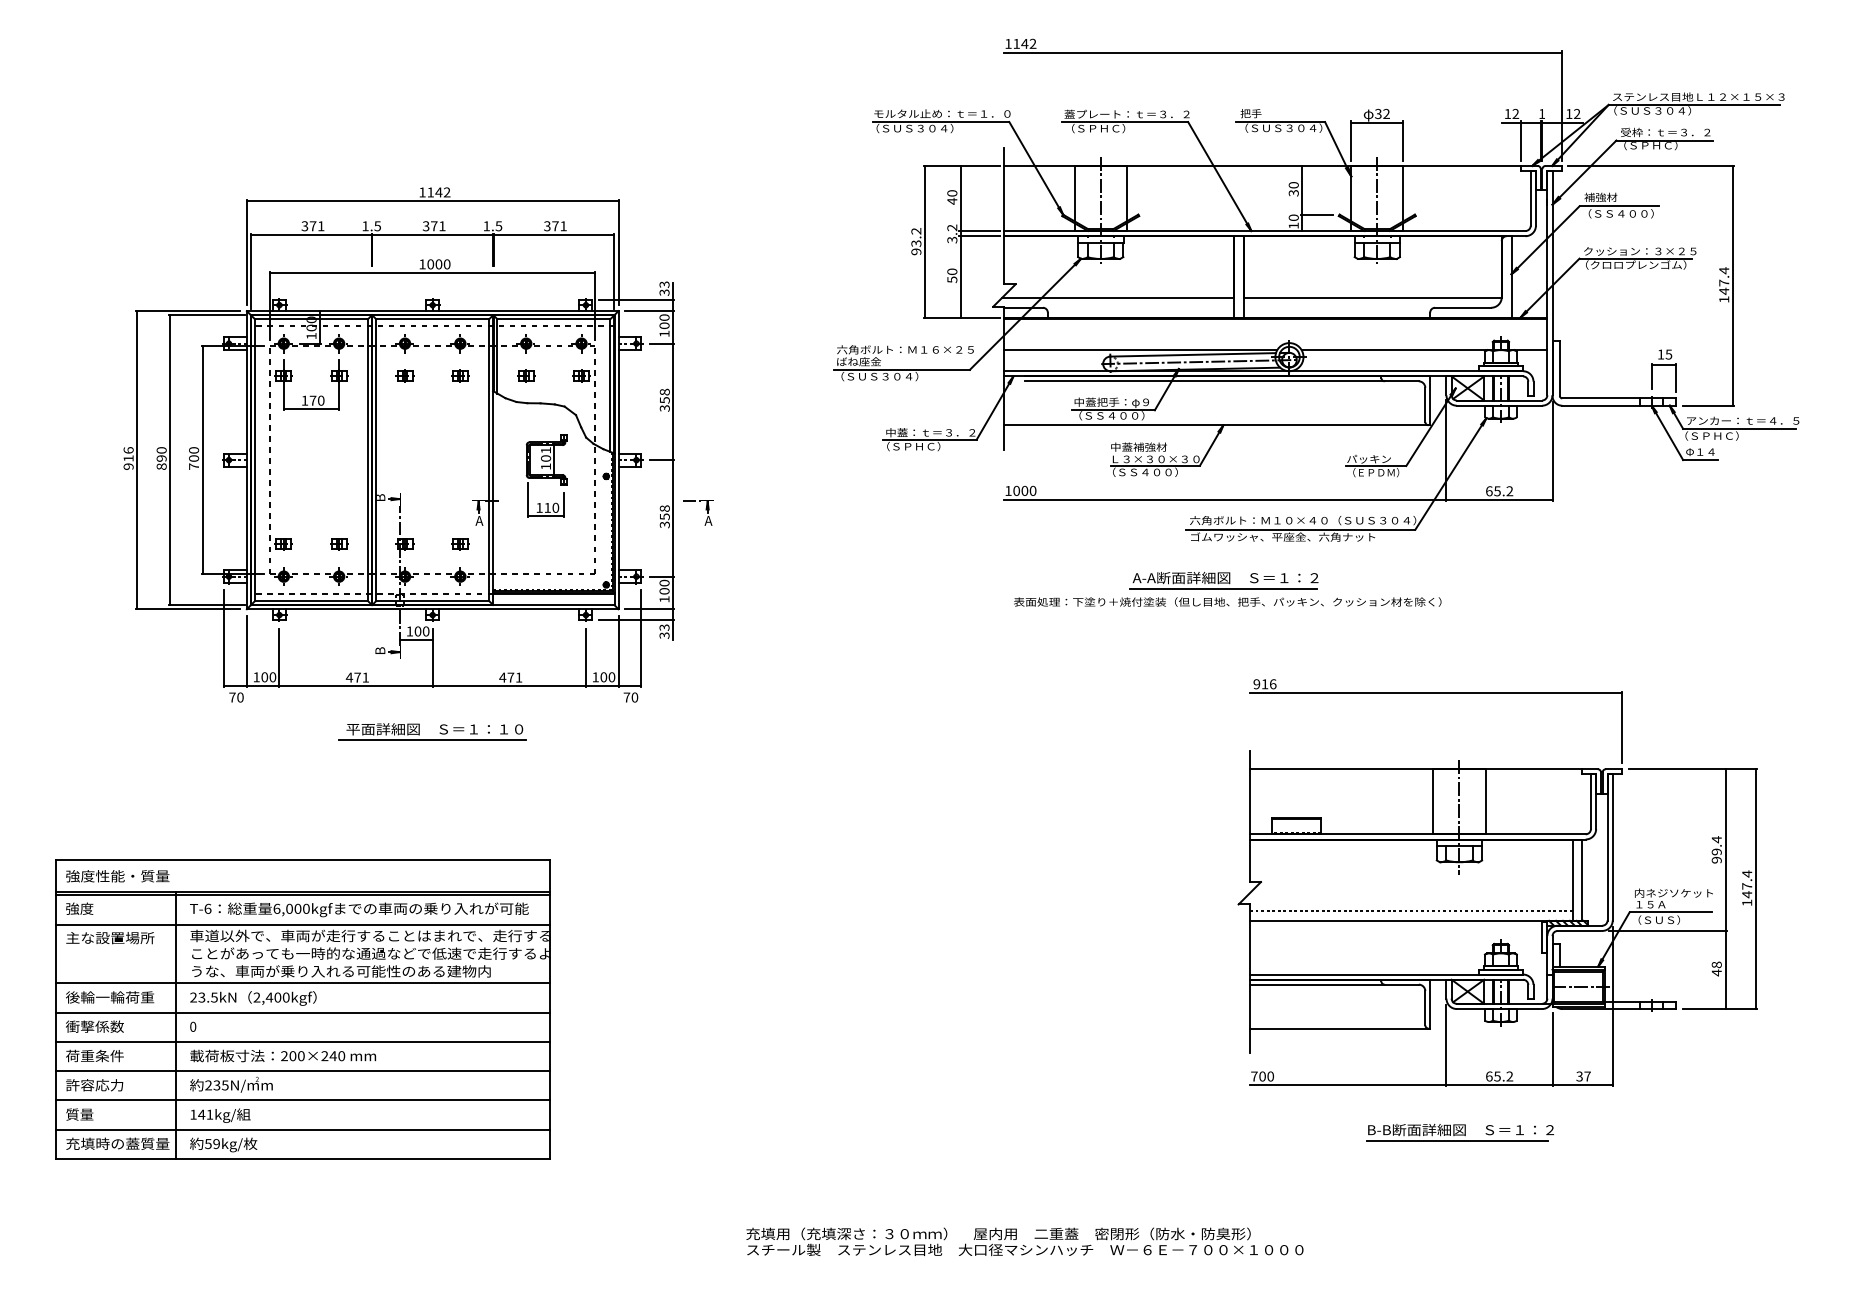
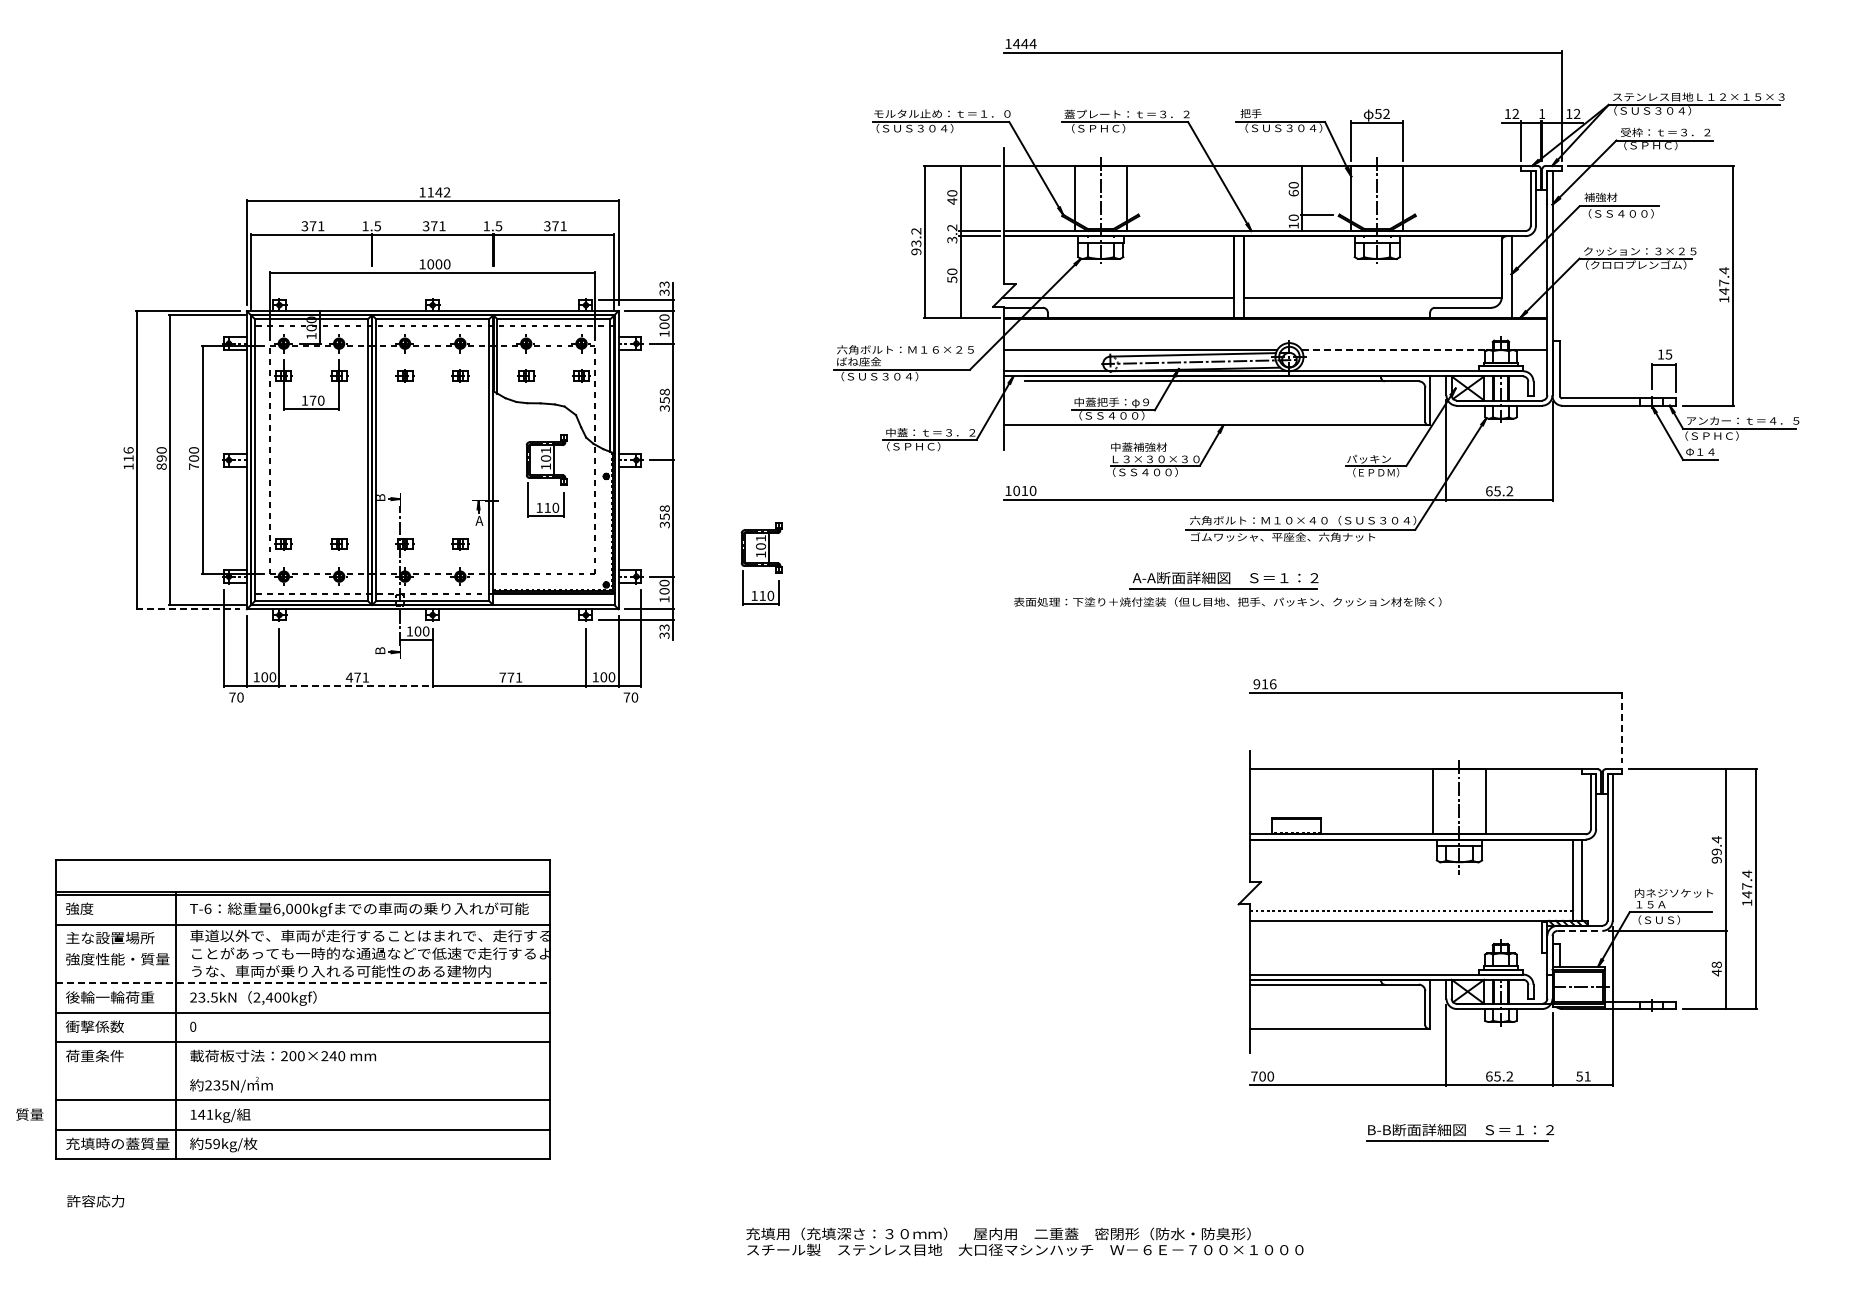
text at (1024, 43): 1142 -> 1444
text at (1378, 113): 32 -> 52
text at (1293, 192): 30 -> 60
line at (1394, 350): solid -> dashed
text at (128, 466): 916 -> 116
text at (1024, 490): 1000 -> 1010
part at (705, 510): present -> none
part at (761, 563): none -> present
line at (188, 609): solid -> dashed
text at (502, 677): 471 -> 771
line at (356, 686): solid -> dashed
line at (1622, 727): solid -> dashed
part at (439, 732): present -> none
text at (117, 876) position: (117, 876) -> (117, 959)
line at (1580, 930): solid -> dashed
line at (303, 983): solid -> dashed
line at (302, 1071): present -> none
text at (1583, 1076): 37 -> 51
text at (94, 1085) position: (94, 1085) -> (95, 1201)
text at (79, 1114) position: (79, 1114) -> (29, 1114)
